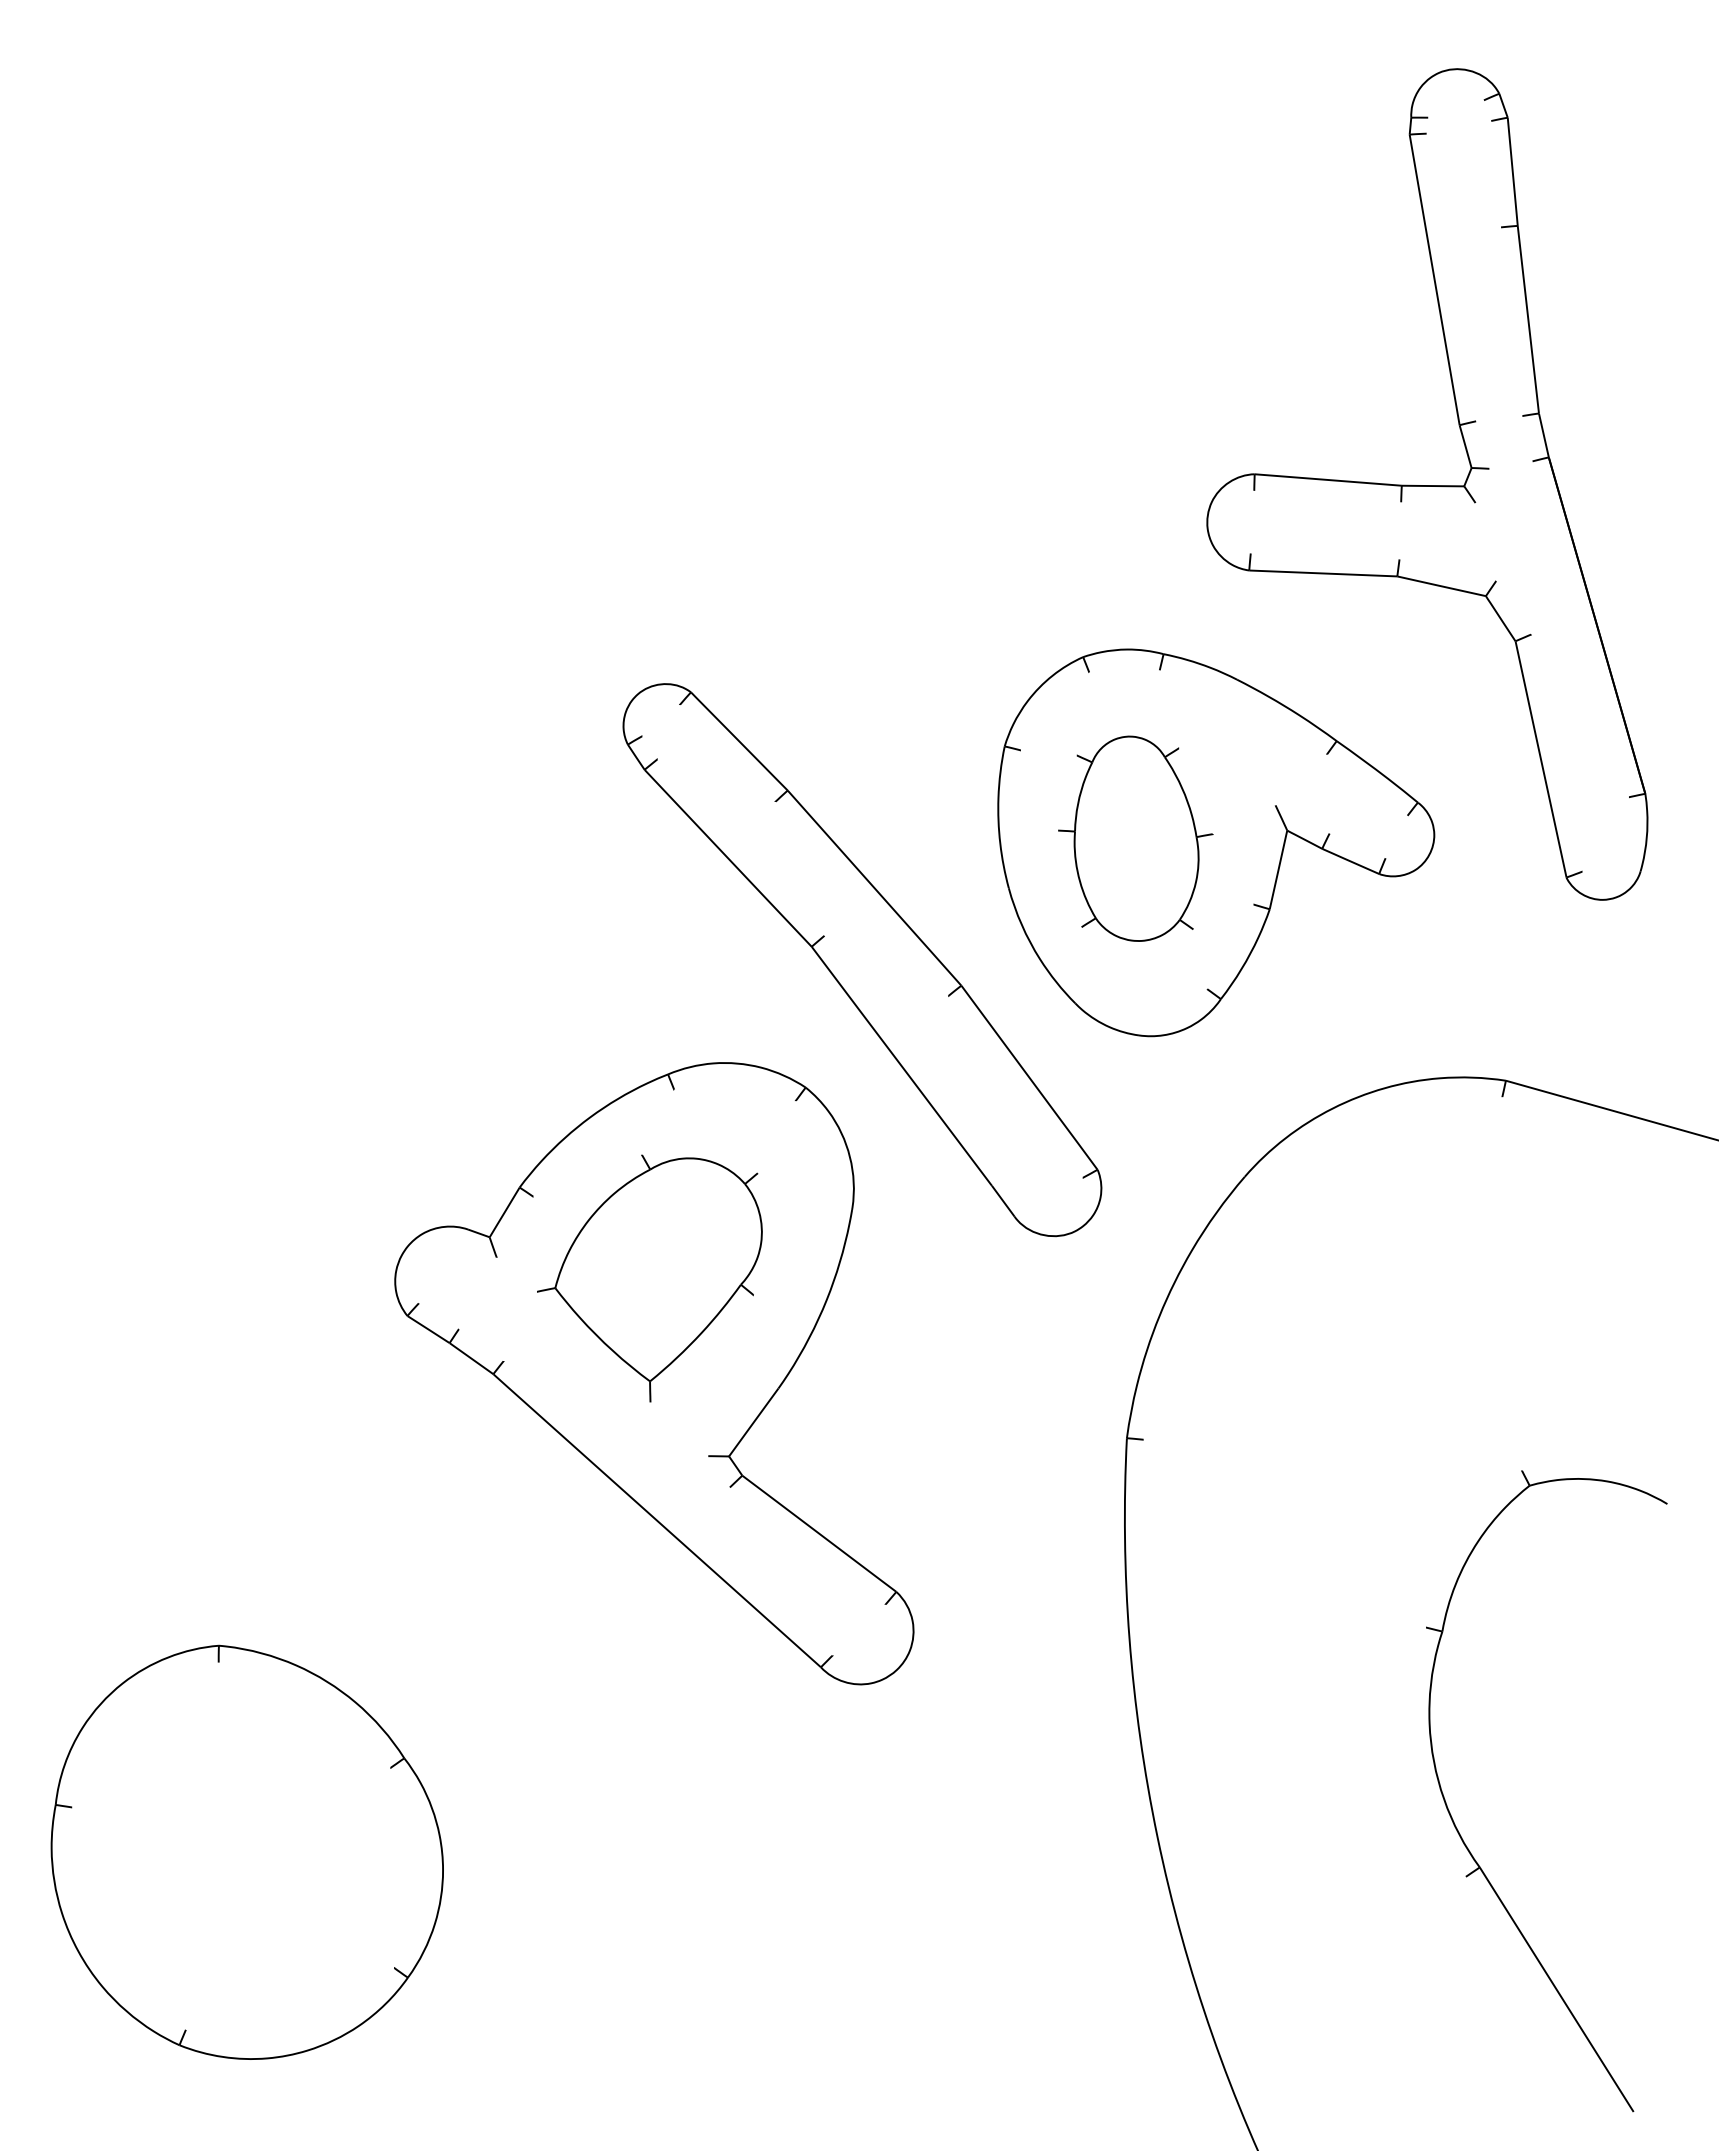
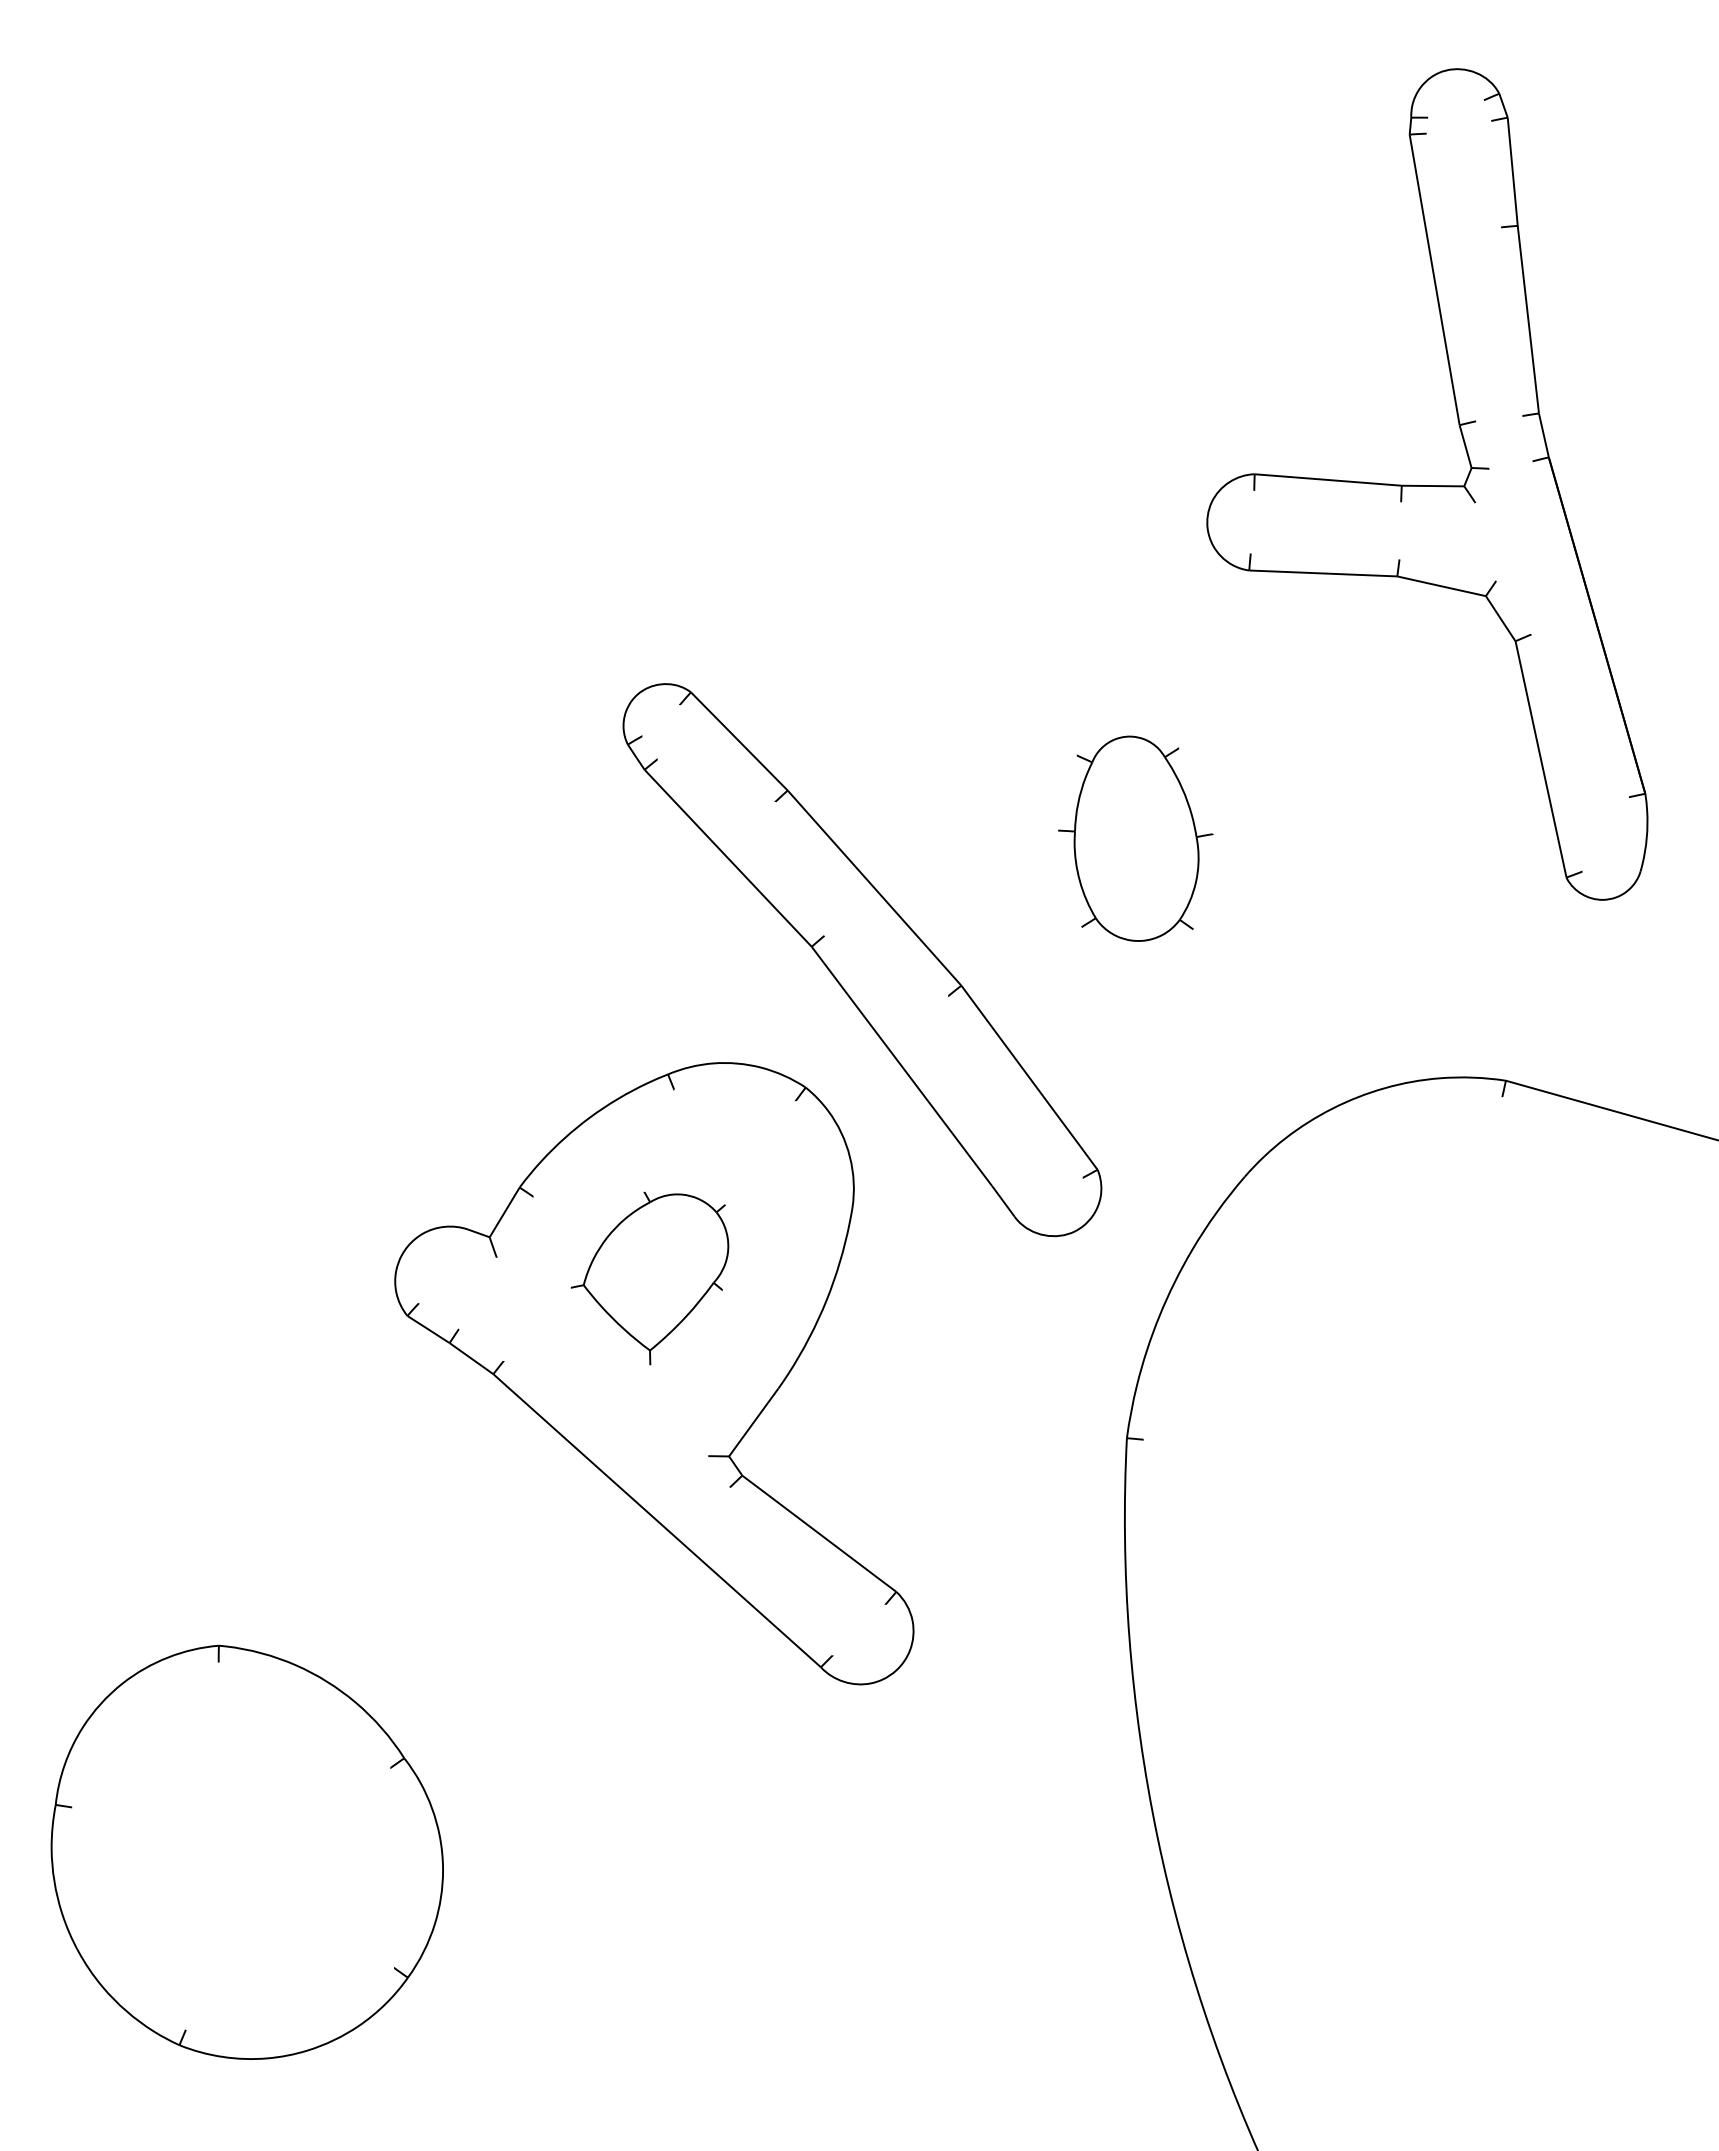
part at (1216, 842): present -> none
part at (649, 1278) size: 226x249 px -> 159x175 px
part at (1461, 1835): present -> none
